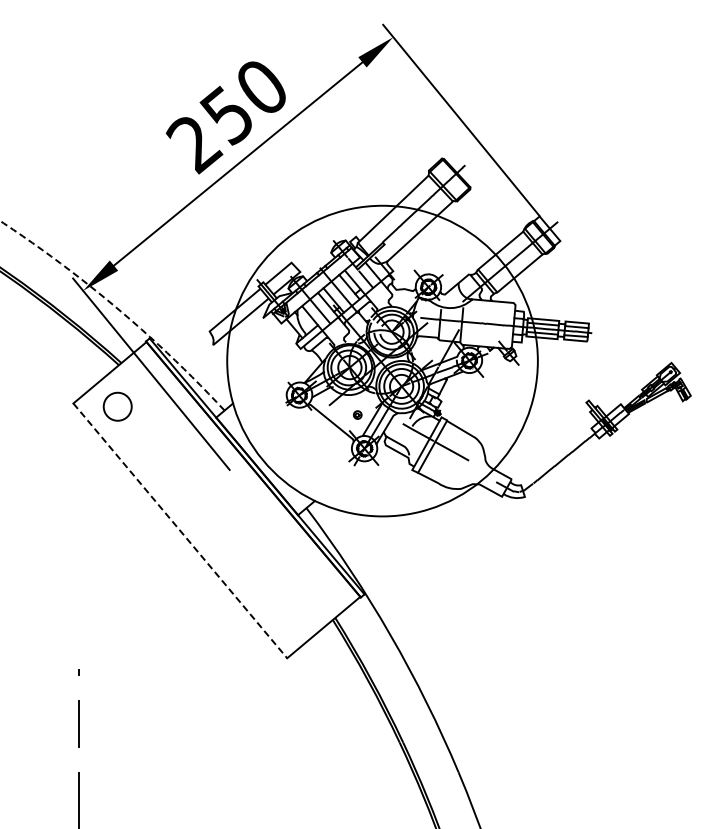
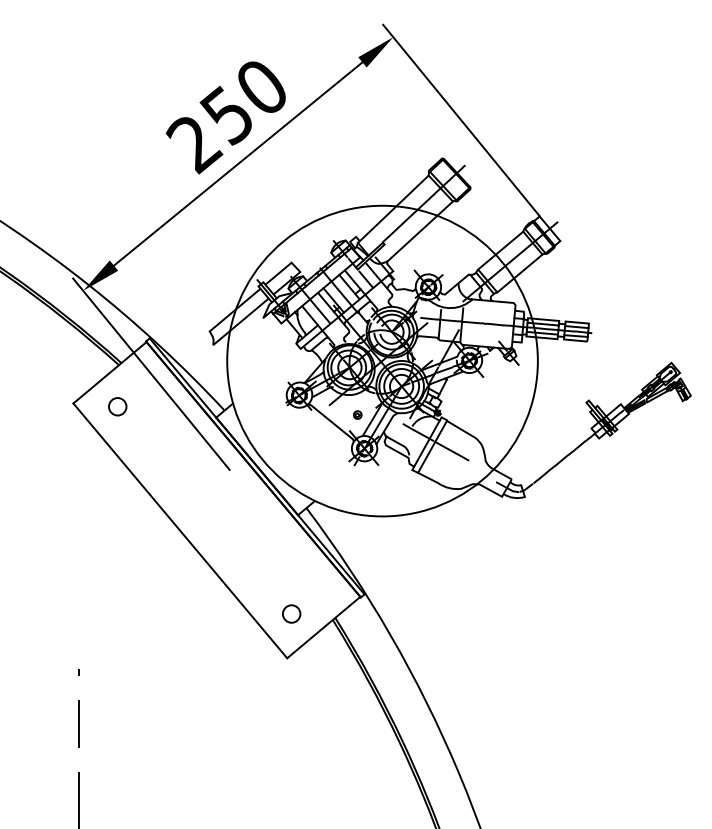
arc at (117, 309): dashed -> solid
circle at (117, 406) diameter: 28 px -> 18 px
line at (180, 531): dashed -> solid
circle at (291, 613): none -> present
